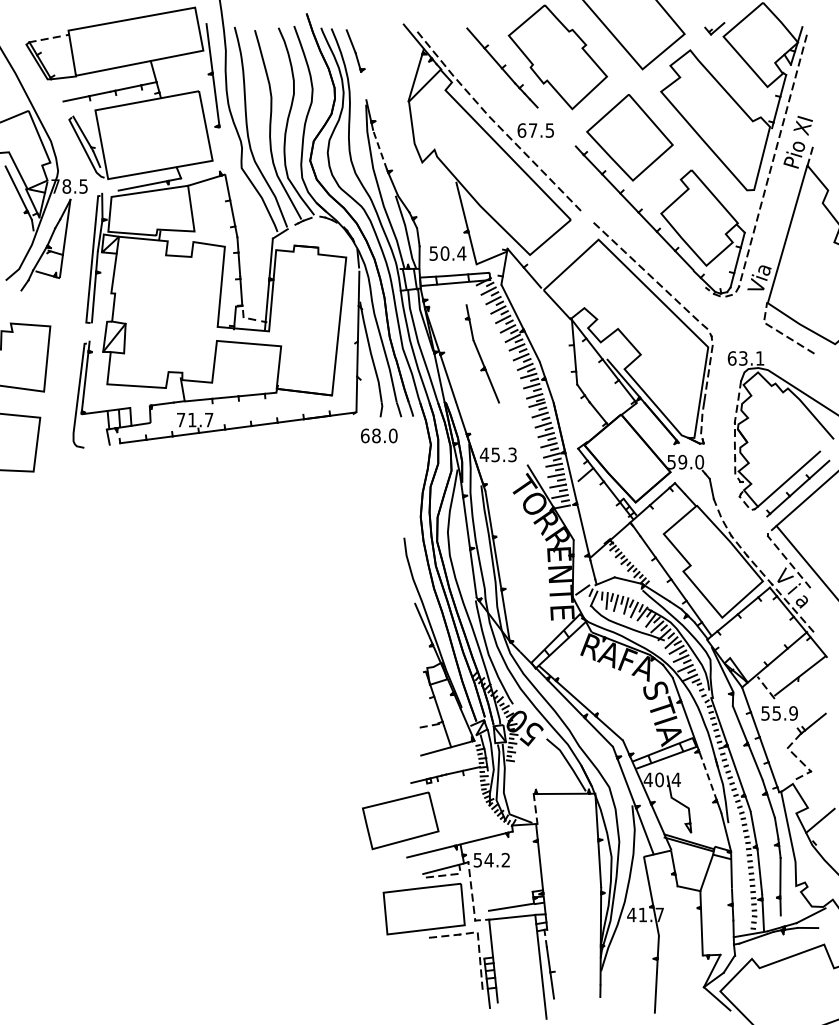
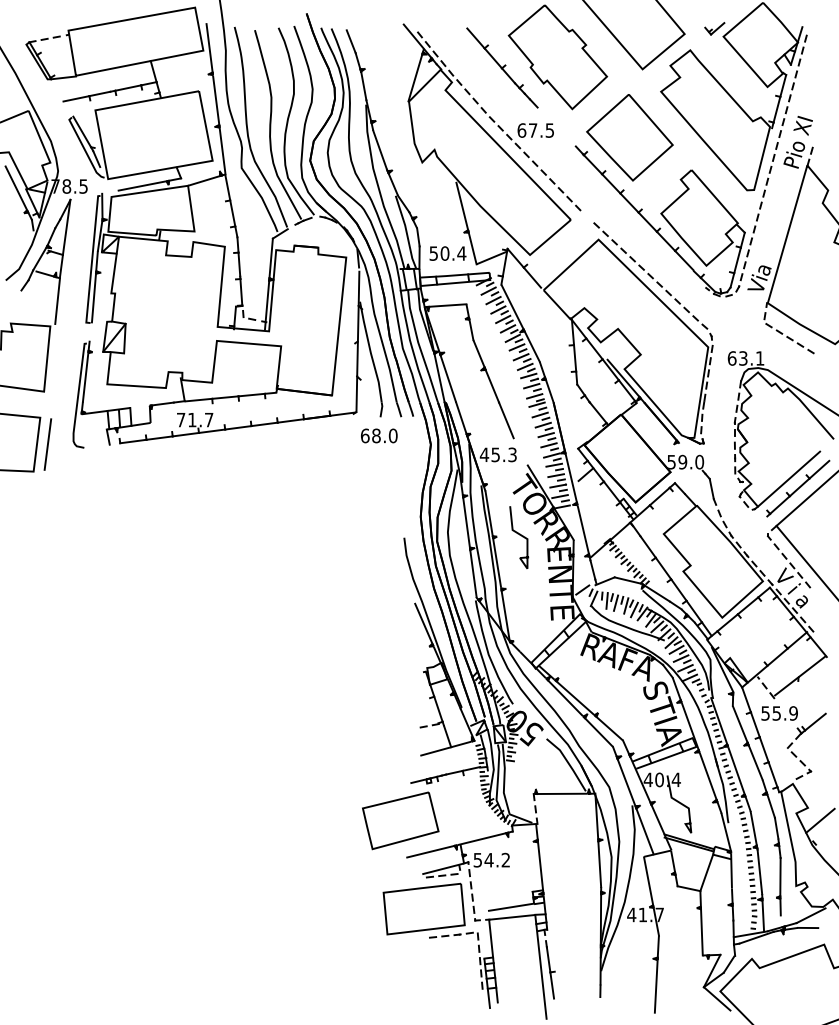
line at (363, 86): none -> present
line at (380, 150): dashed -> solid
line at (222, 151): none -> present
line at (57, 301): none -> present
line at (447, 305): none -> present
line at (506, 420): none -> present
line at (47, 444): none -> present
curve at (519, 535): none -> present
line at (709, 778): dashed -> solid
